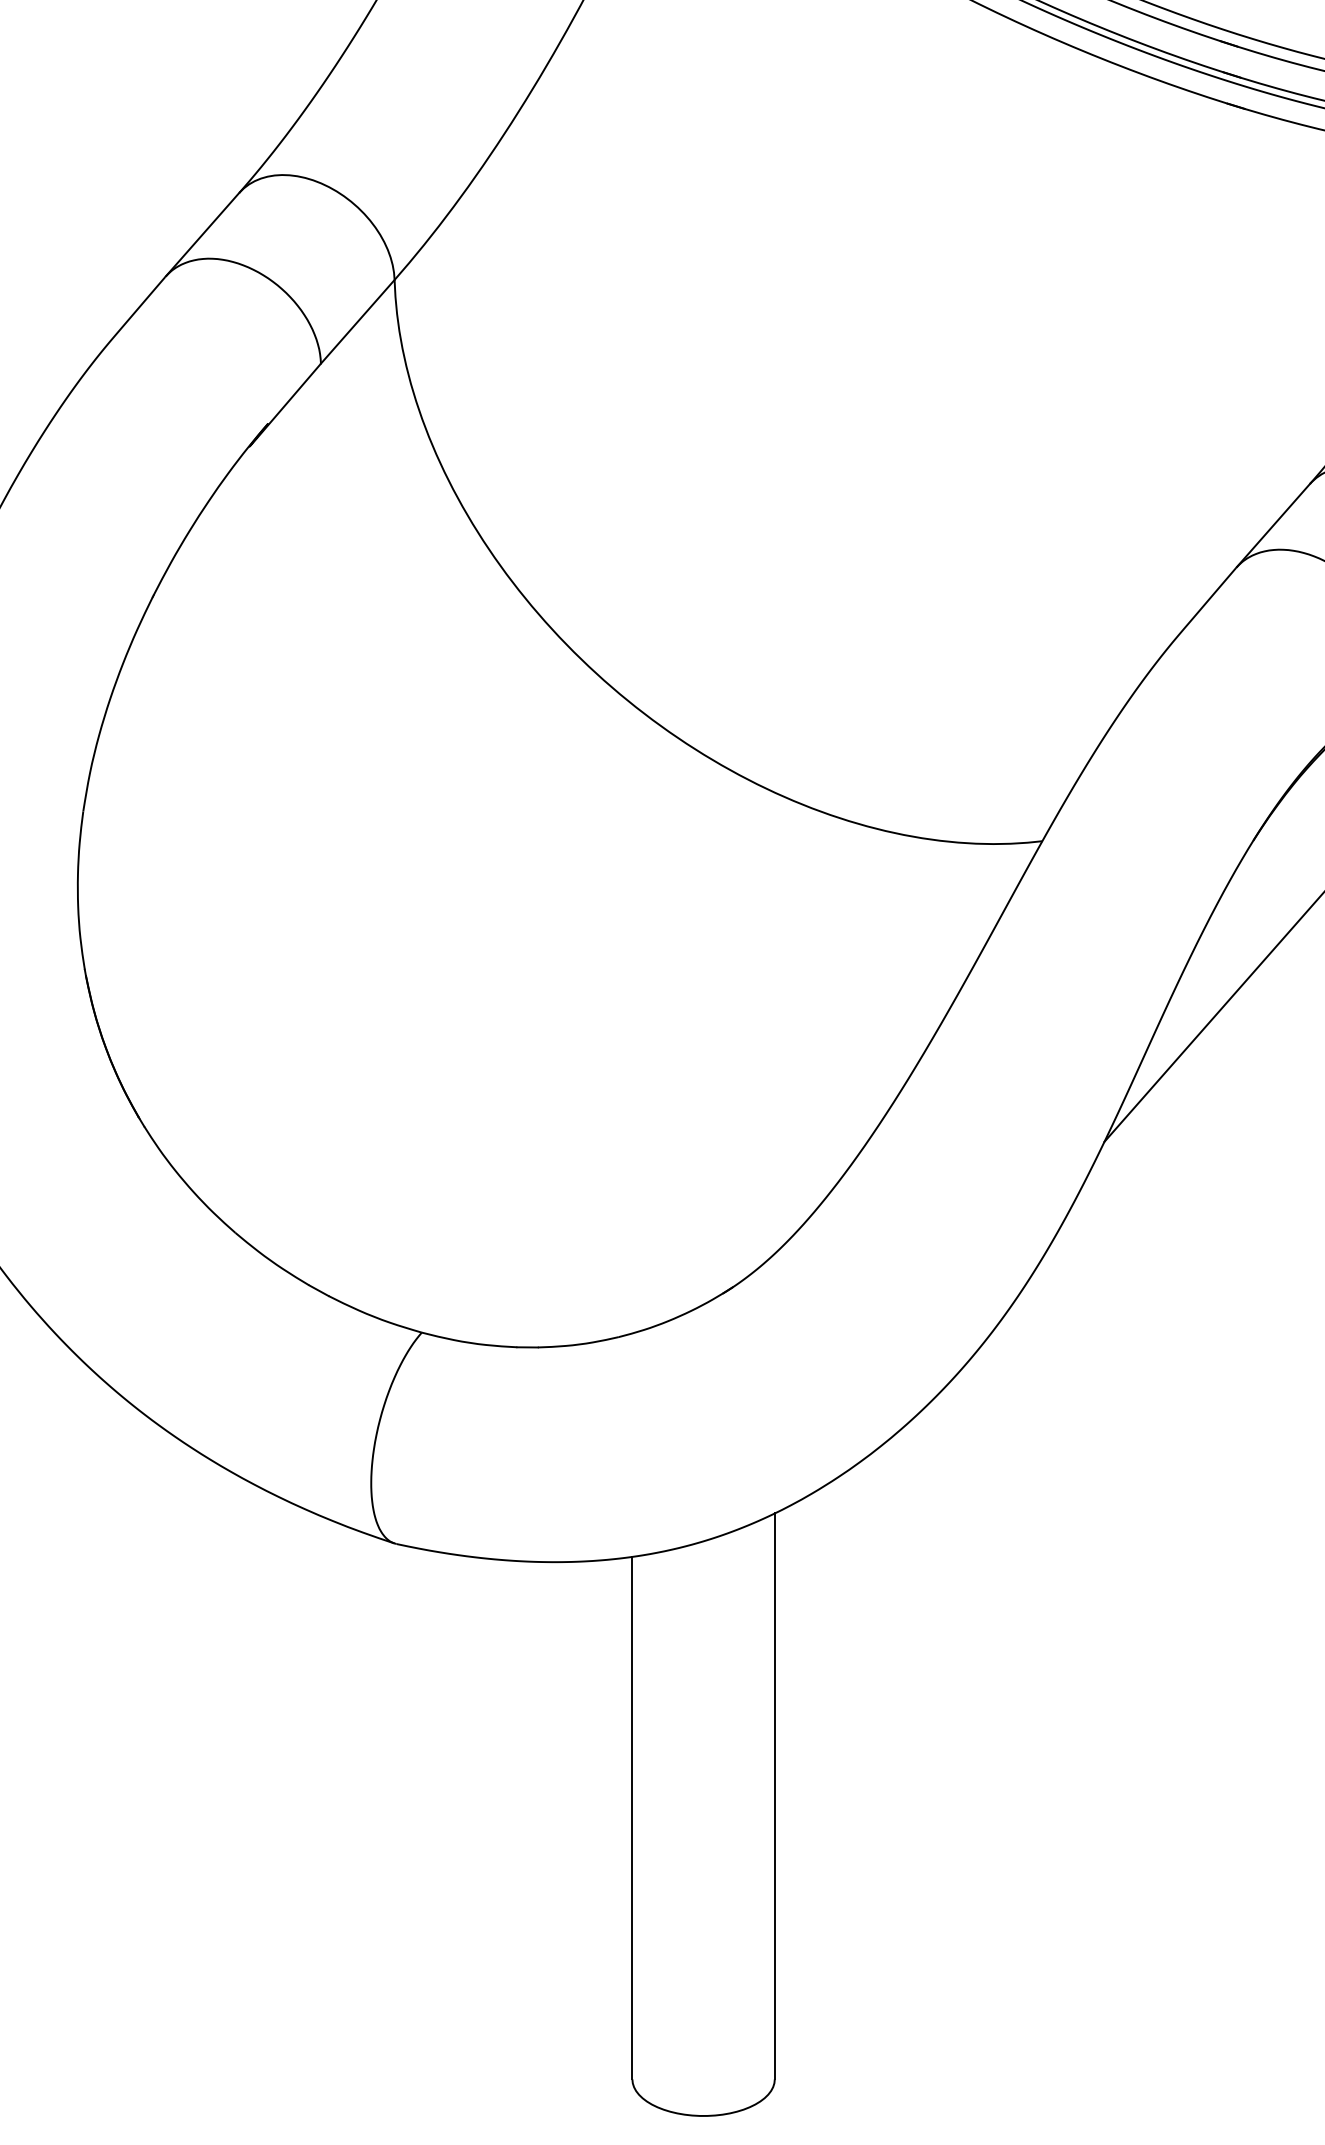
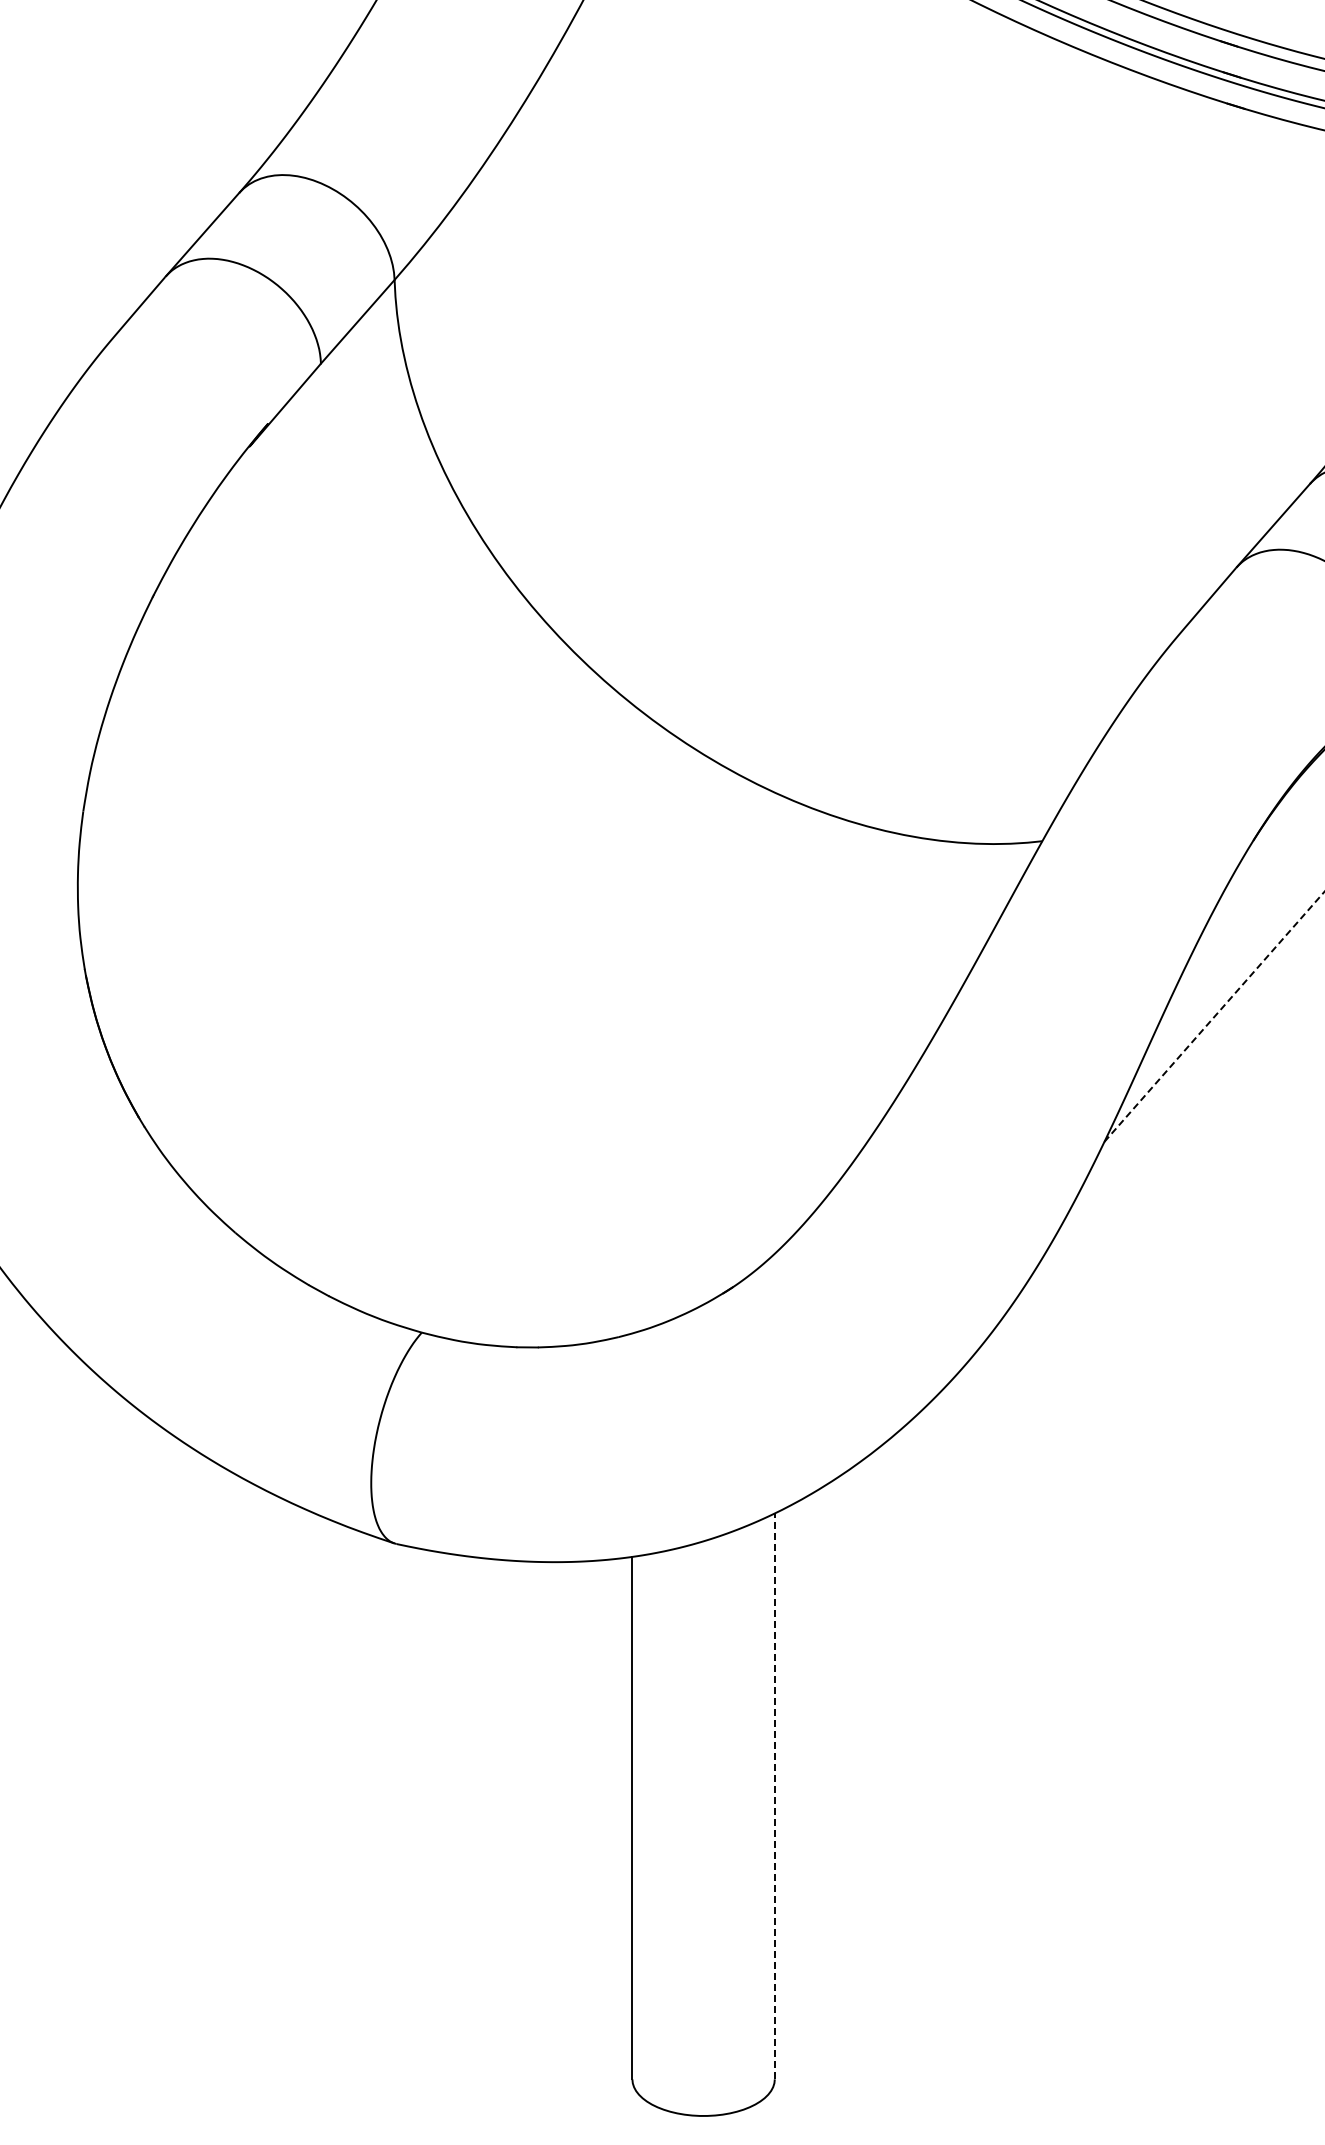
line at (1214, 1016): solid -> dashed
line at (774, 1796): solid -> dashed
